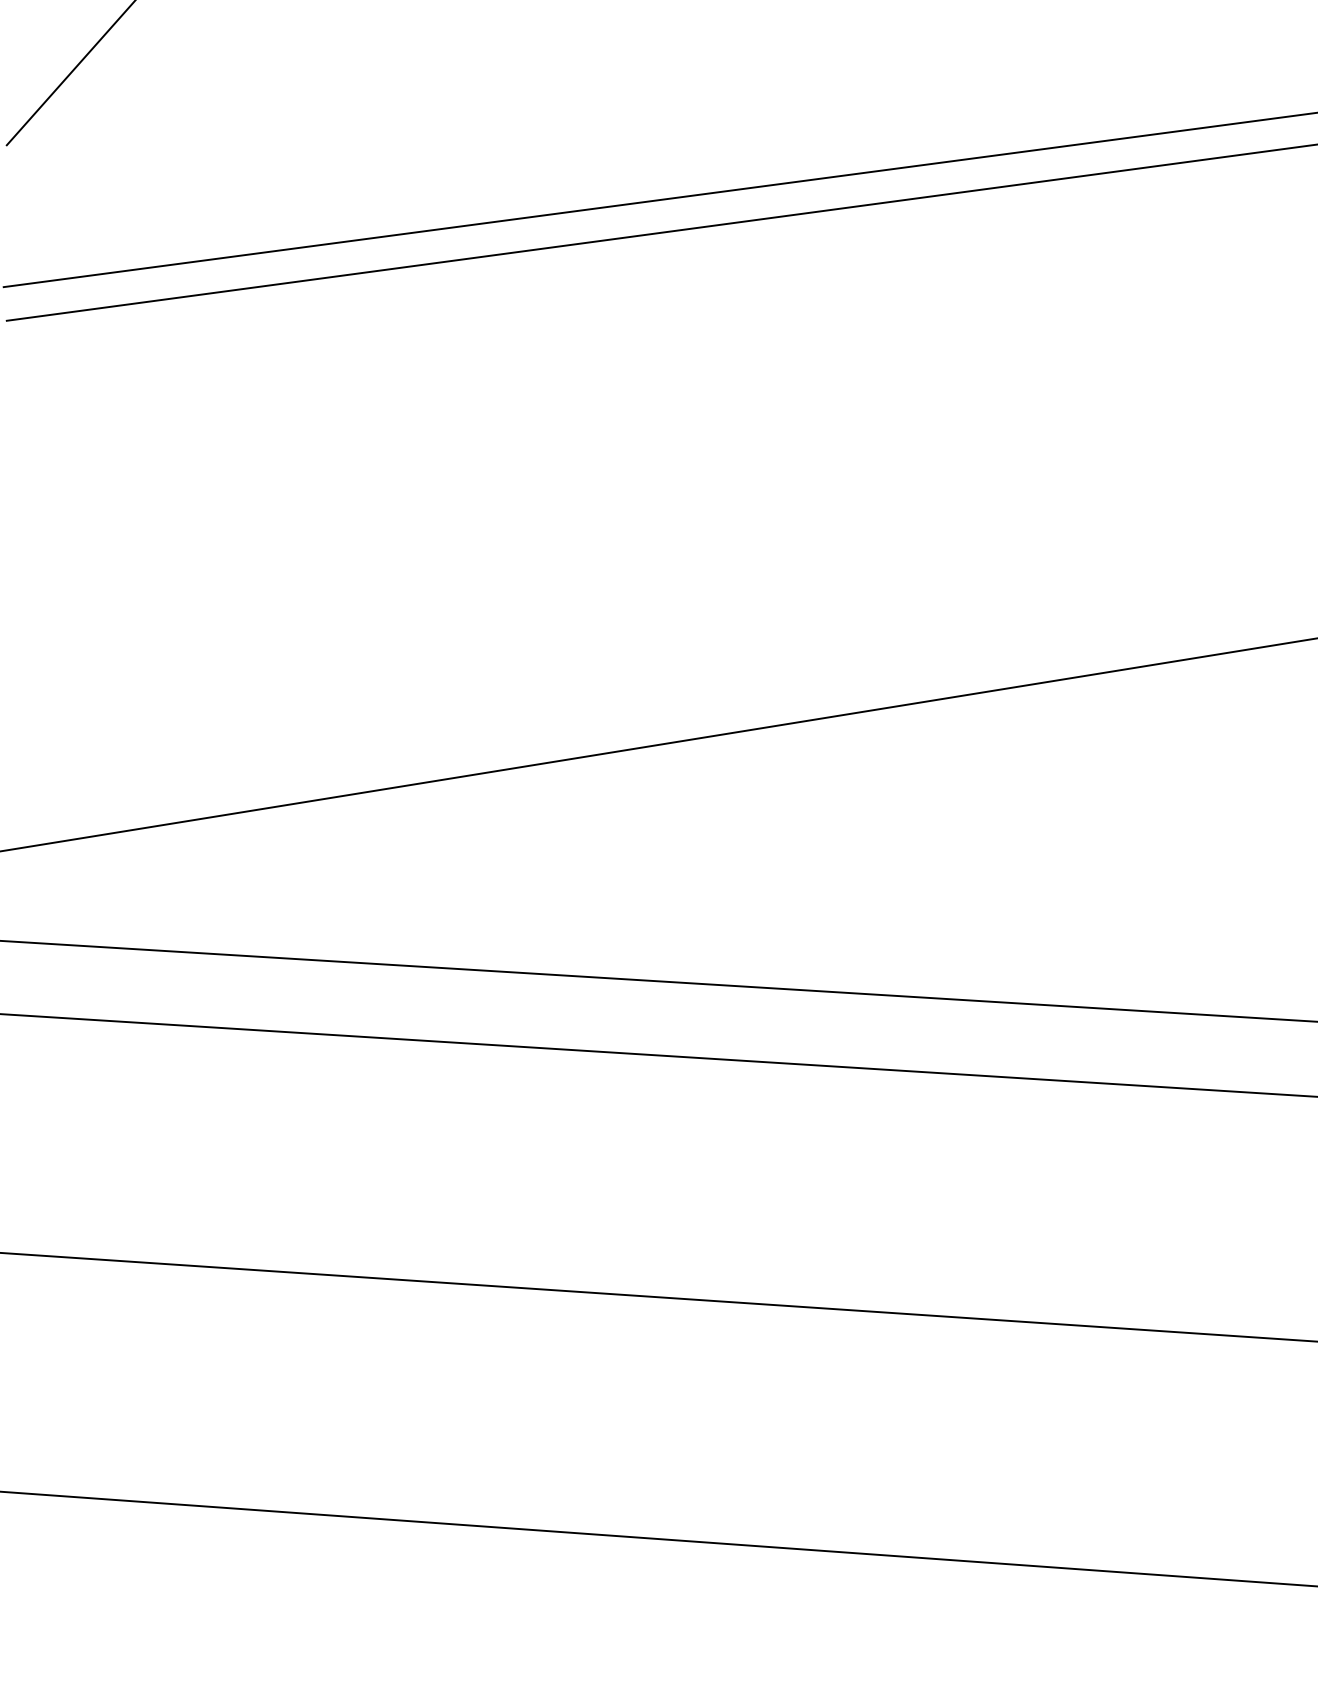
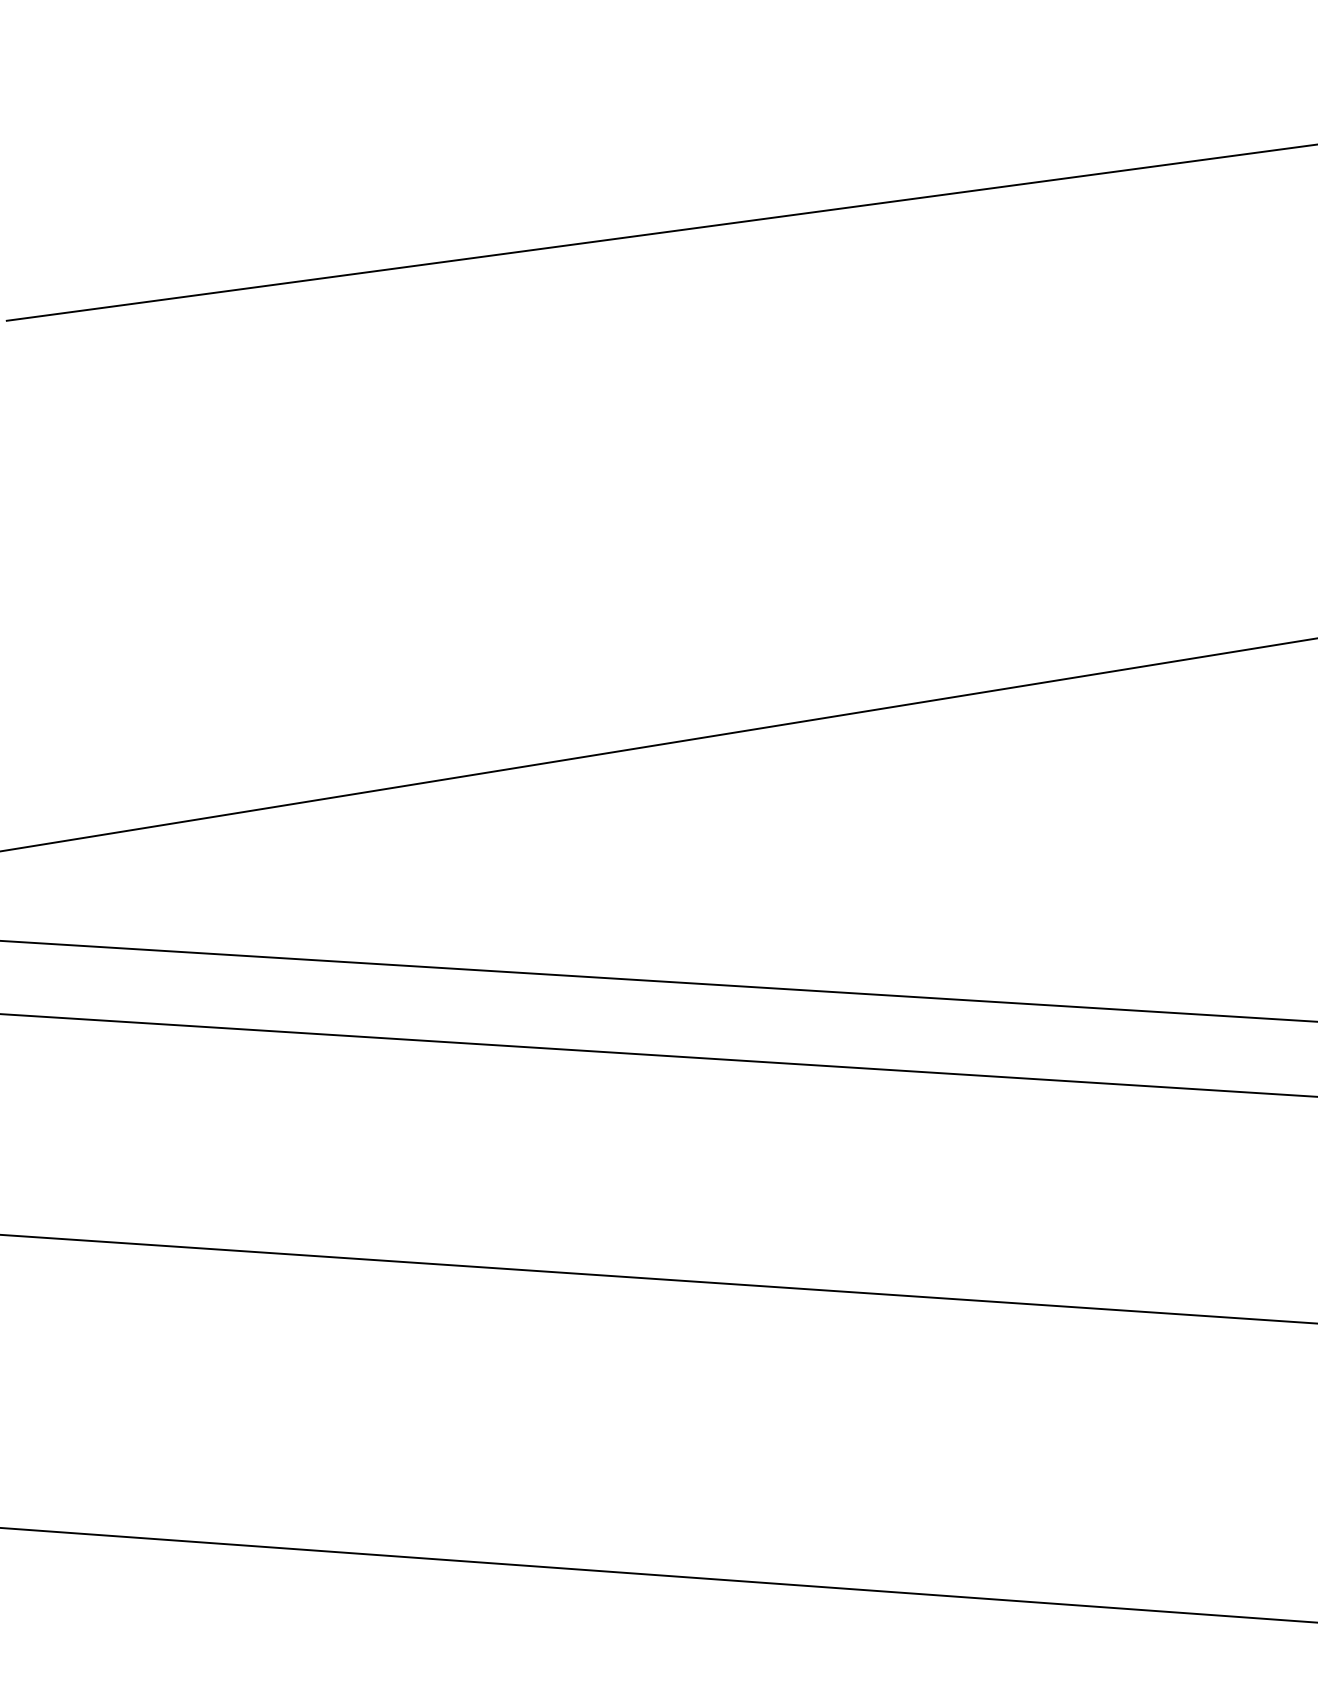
line at (69, 73): present -> none
line at (658, 200): present -> none
line at (658, 1297) position: (658, 1297) -> (658, 1278)
line at (658, 1538) position: (658, 1538) -> (658, 1575)
